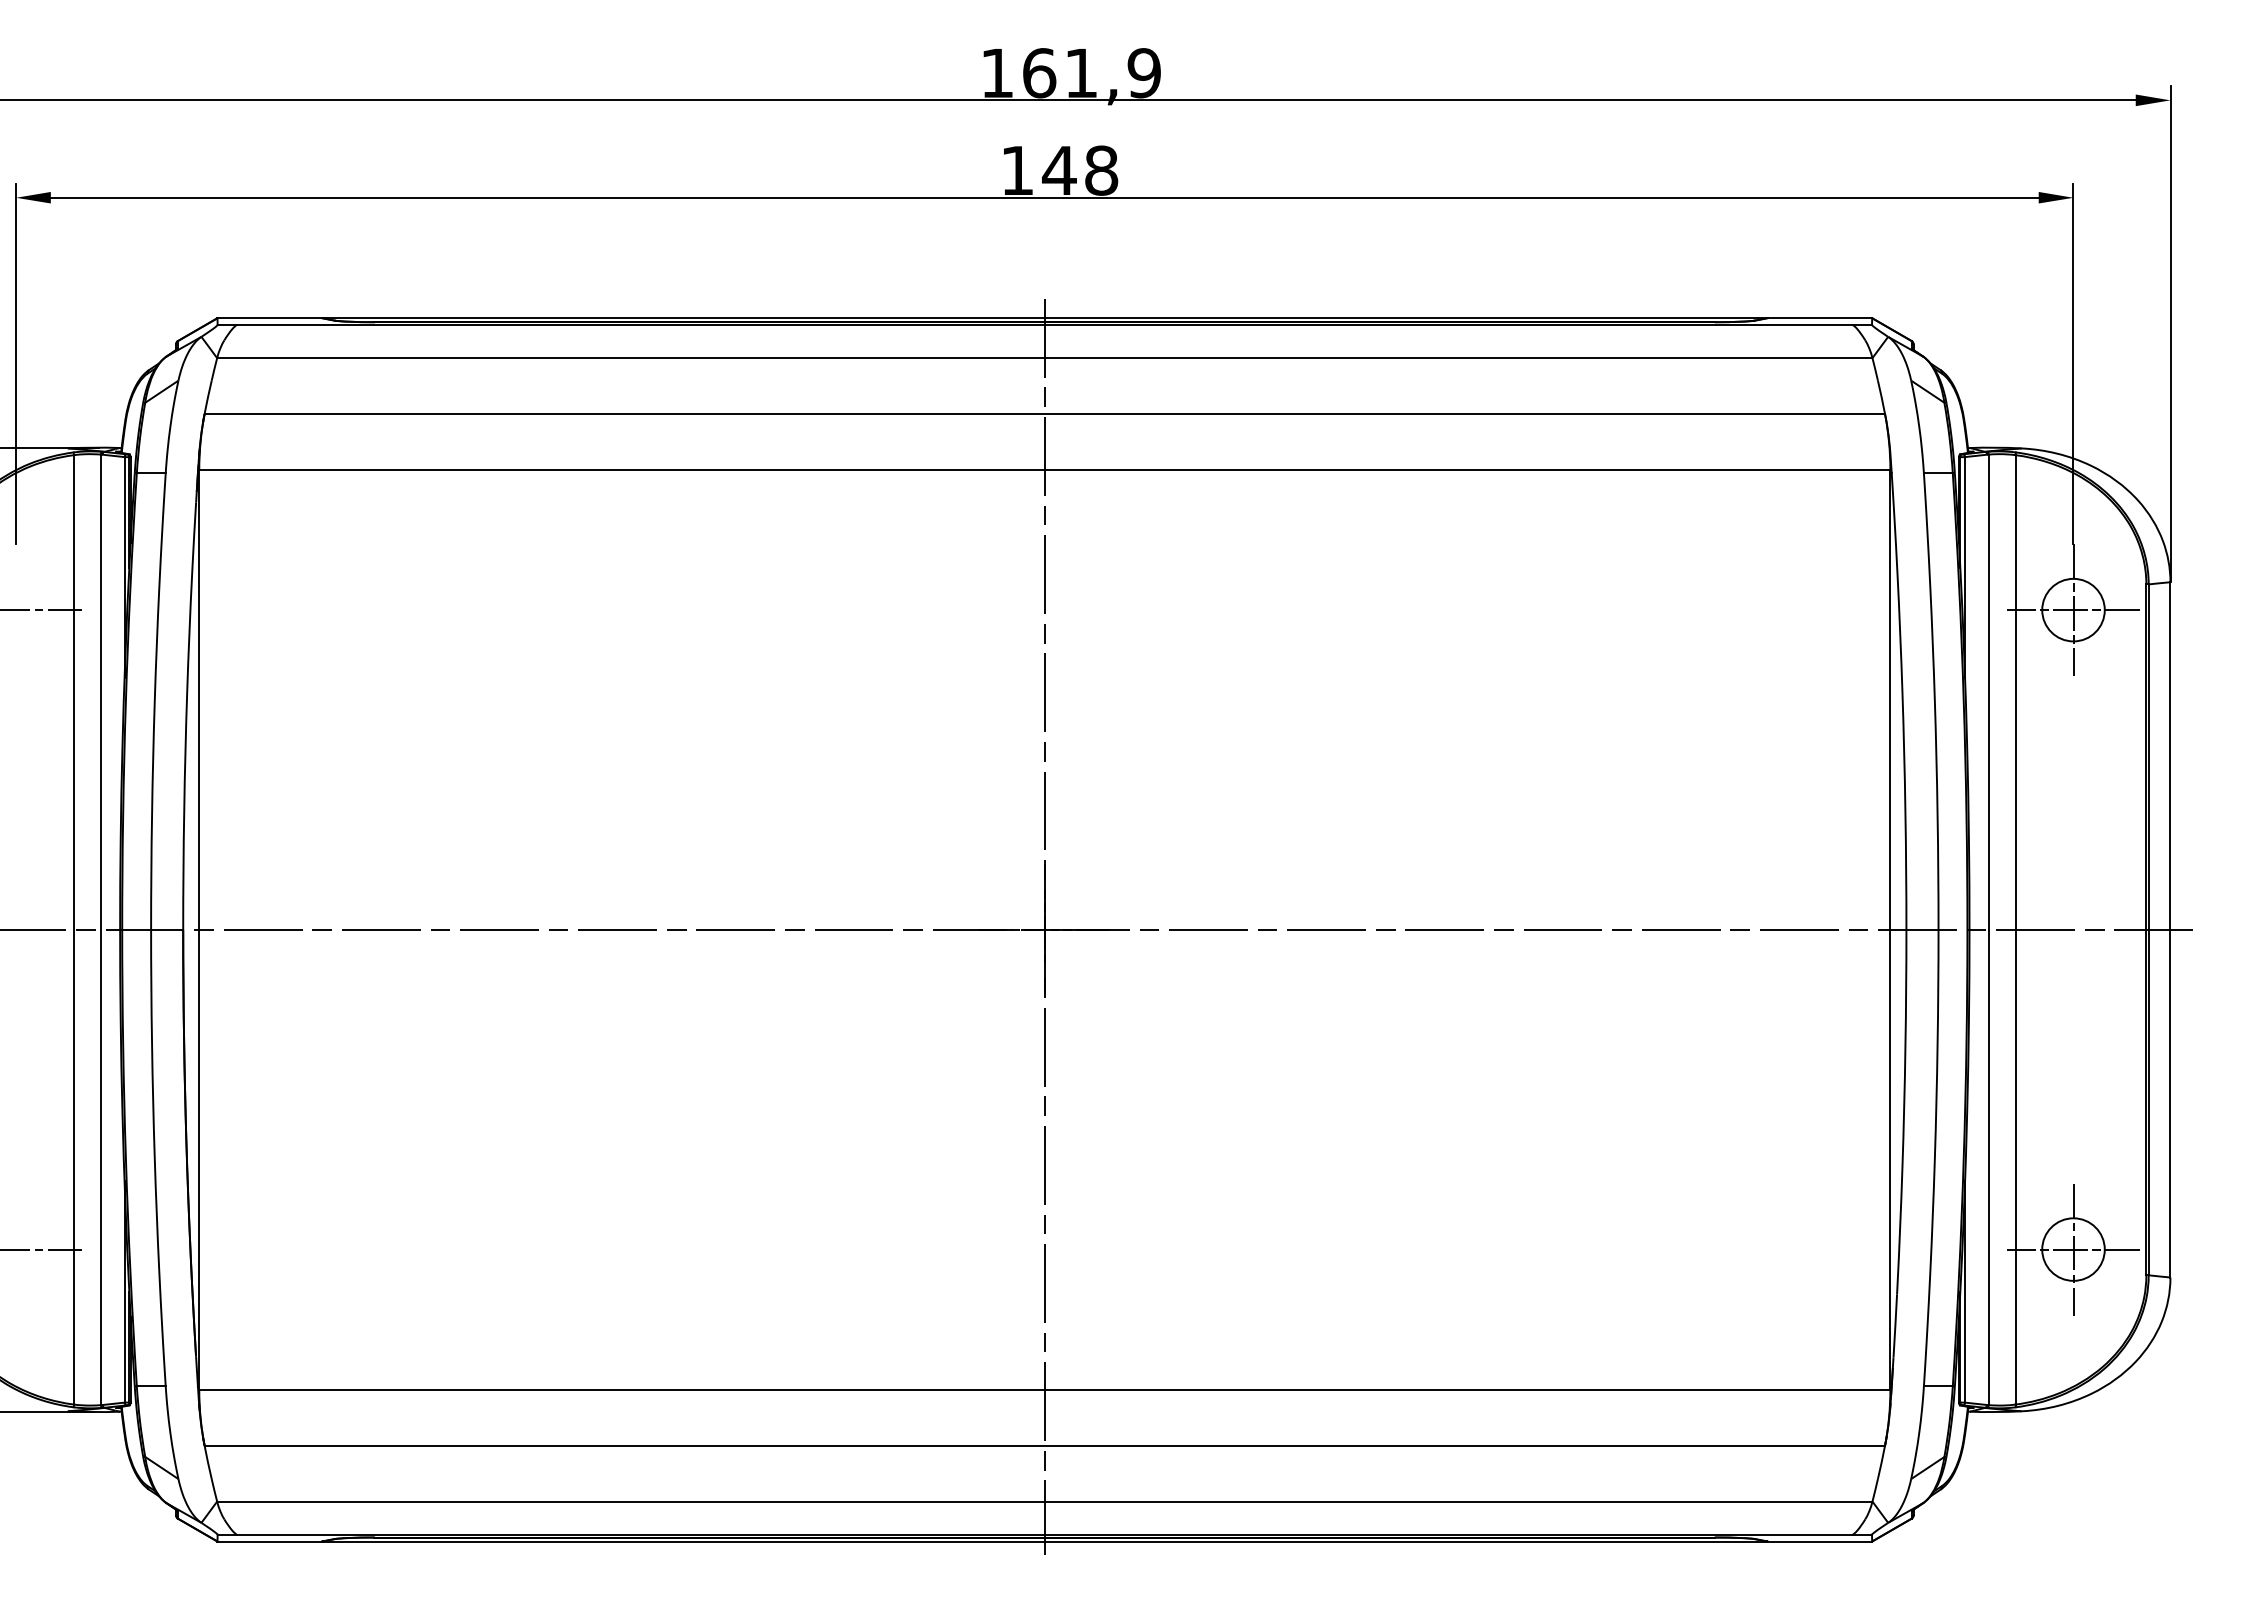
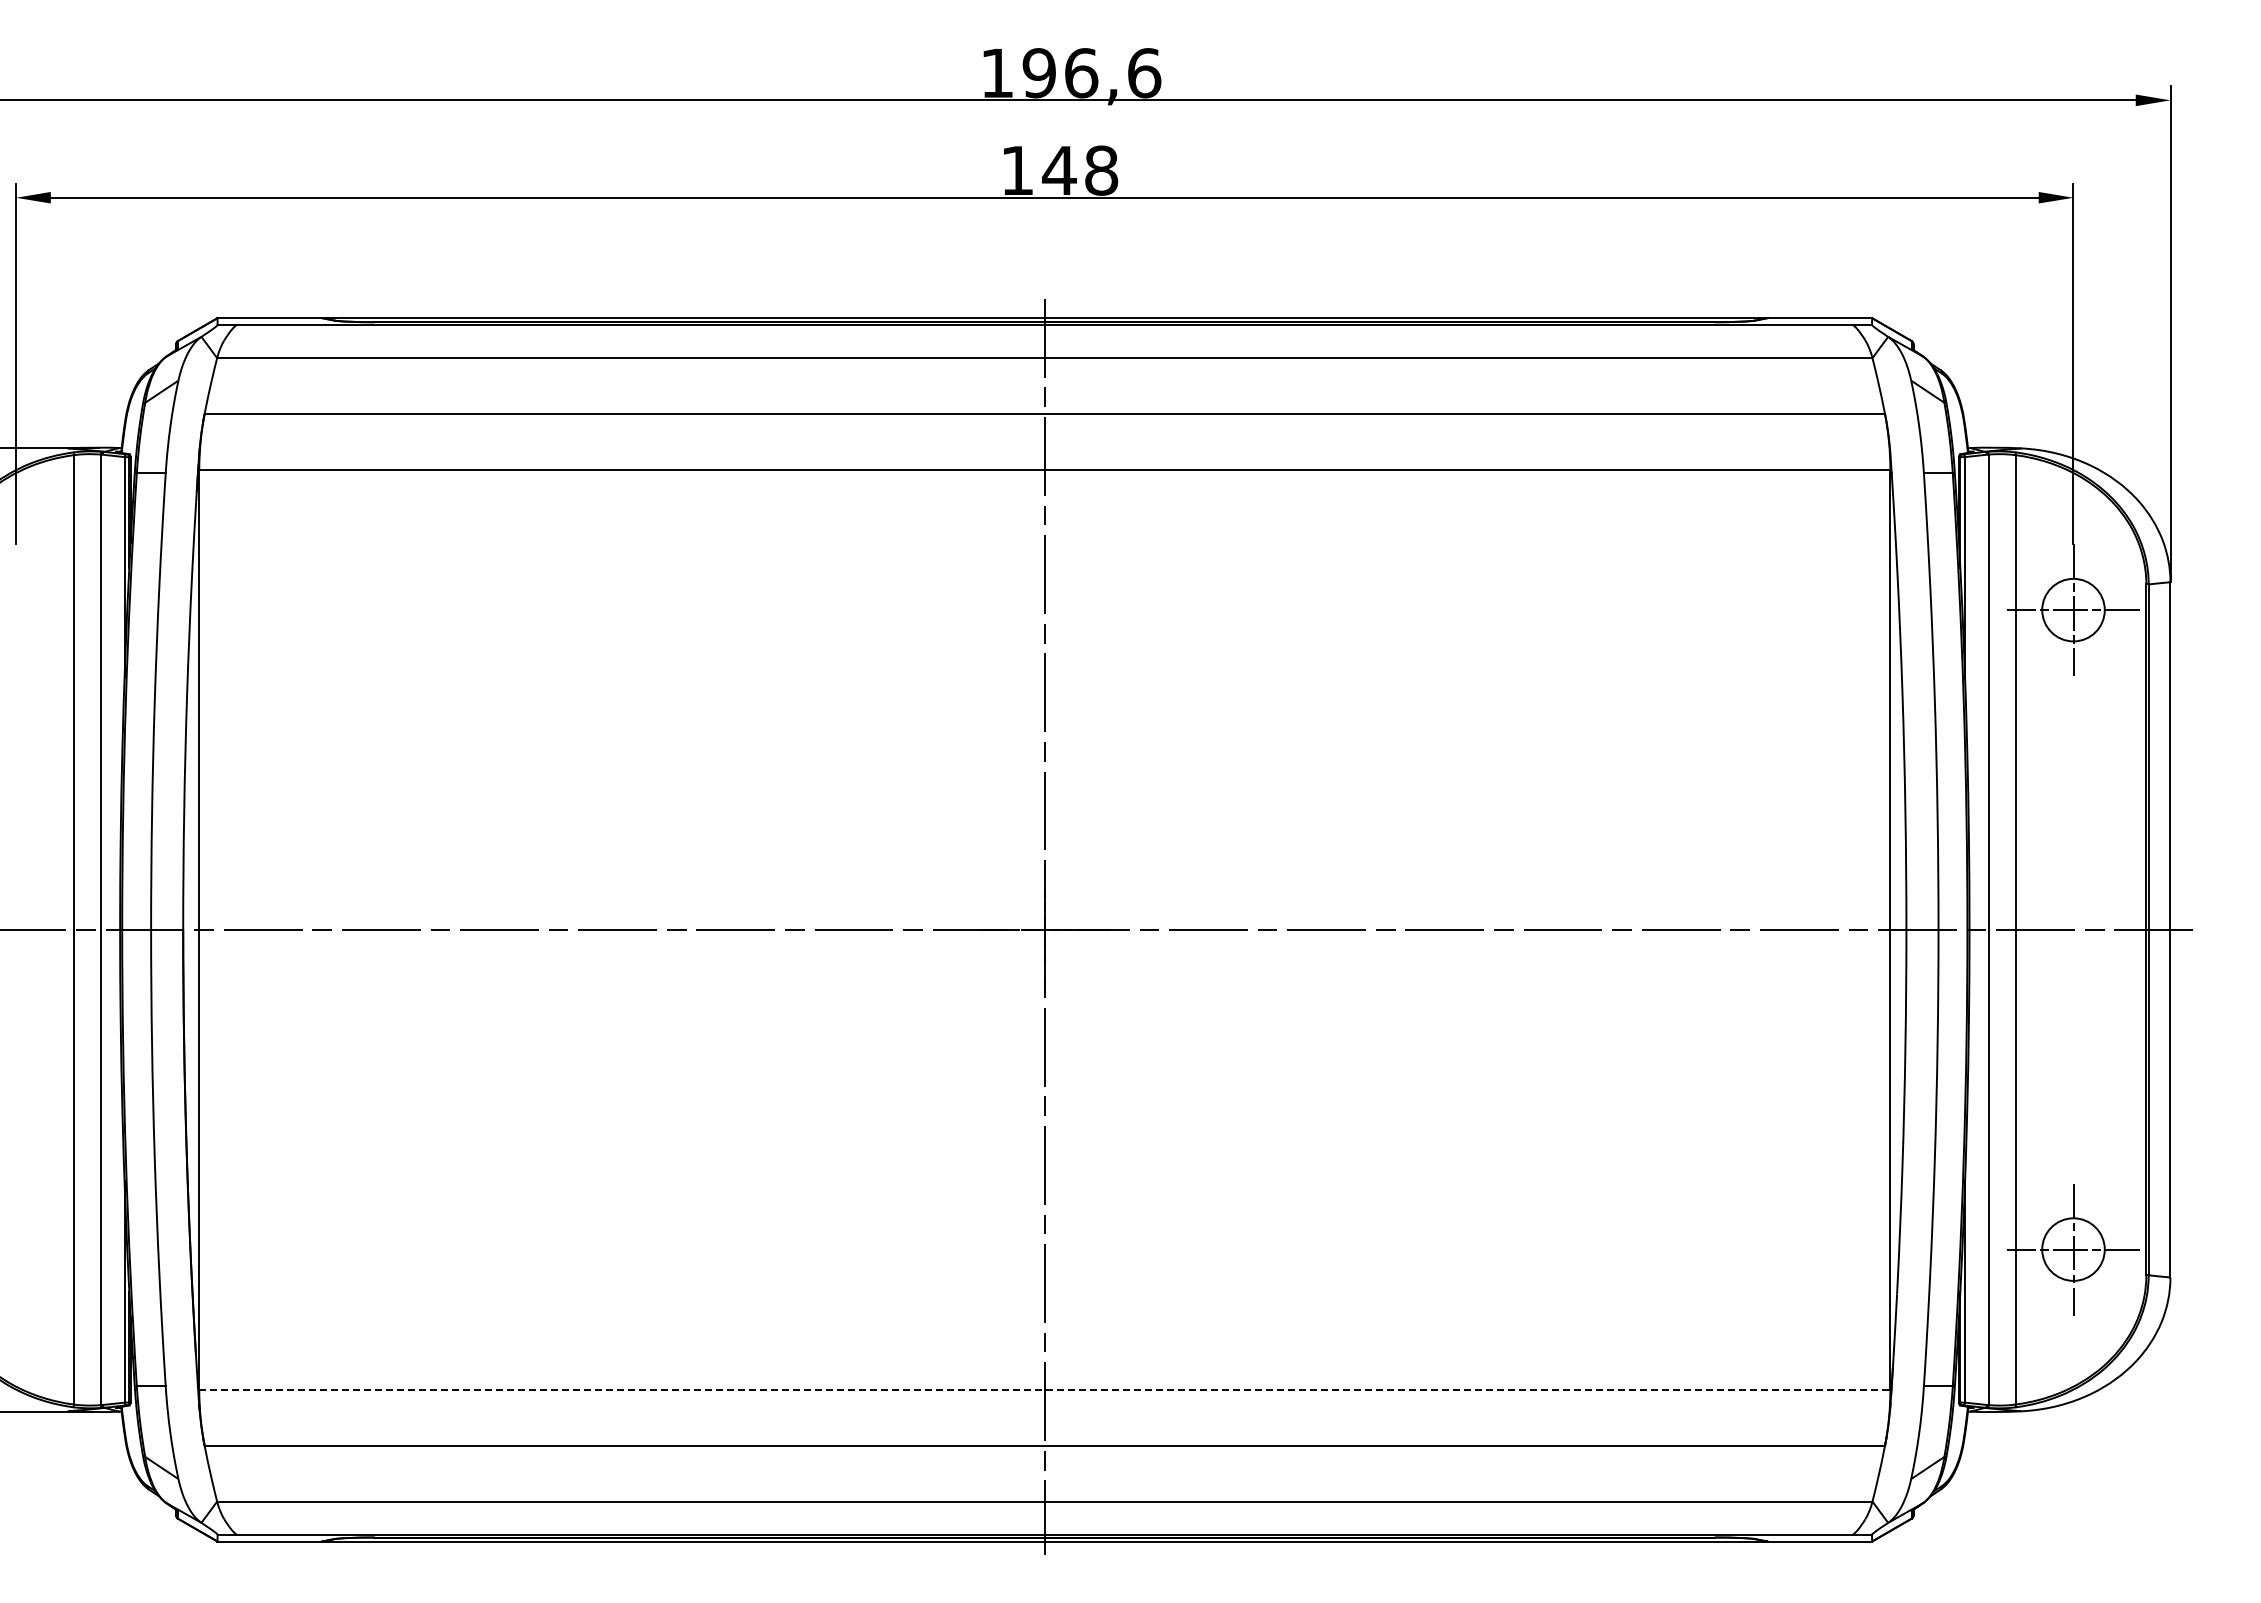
text at (1091, 73): 161,9 -> 196,6
line at (42, 610): present -> none
line at (42, 1249): present -> none
line at (1044, 1389): solid -> dashed
